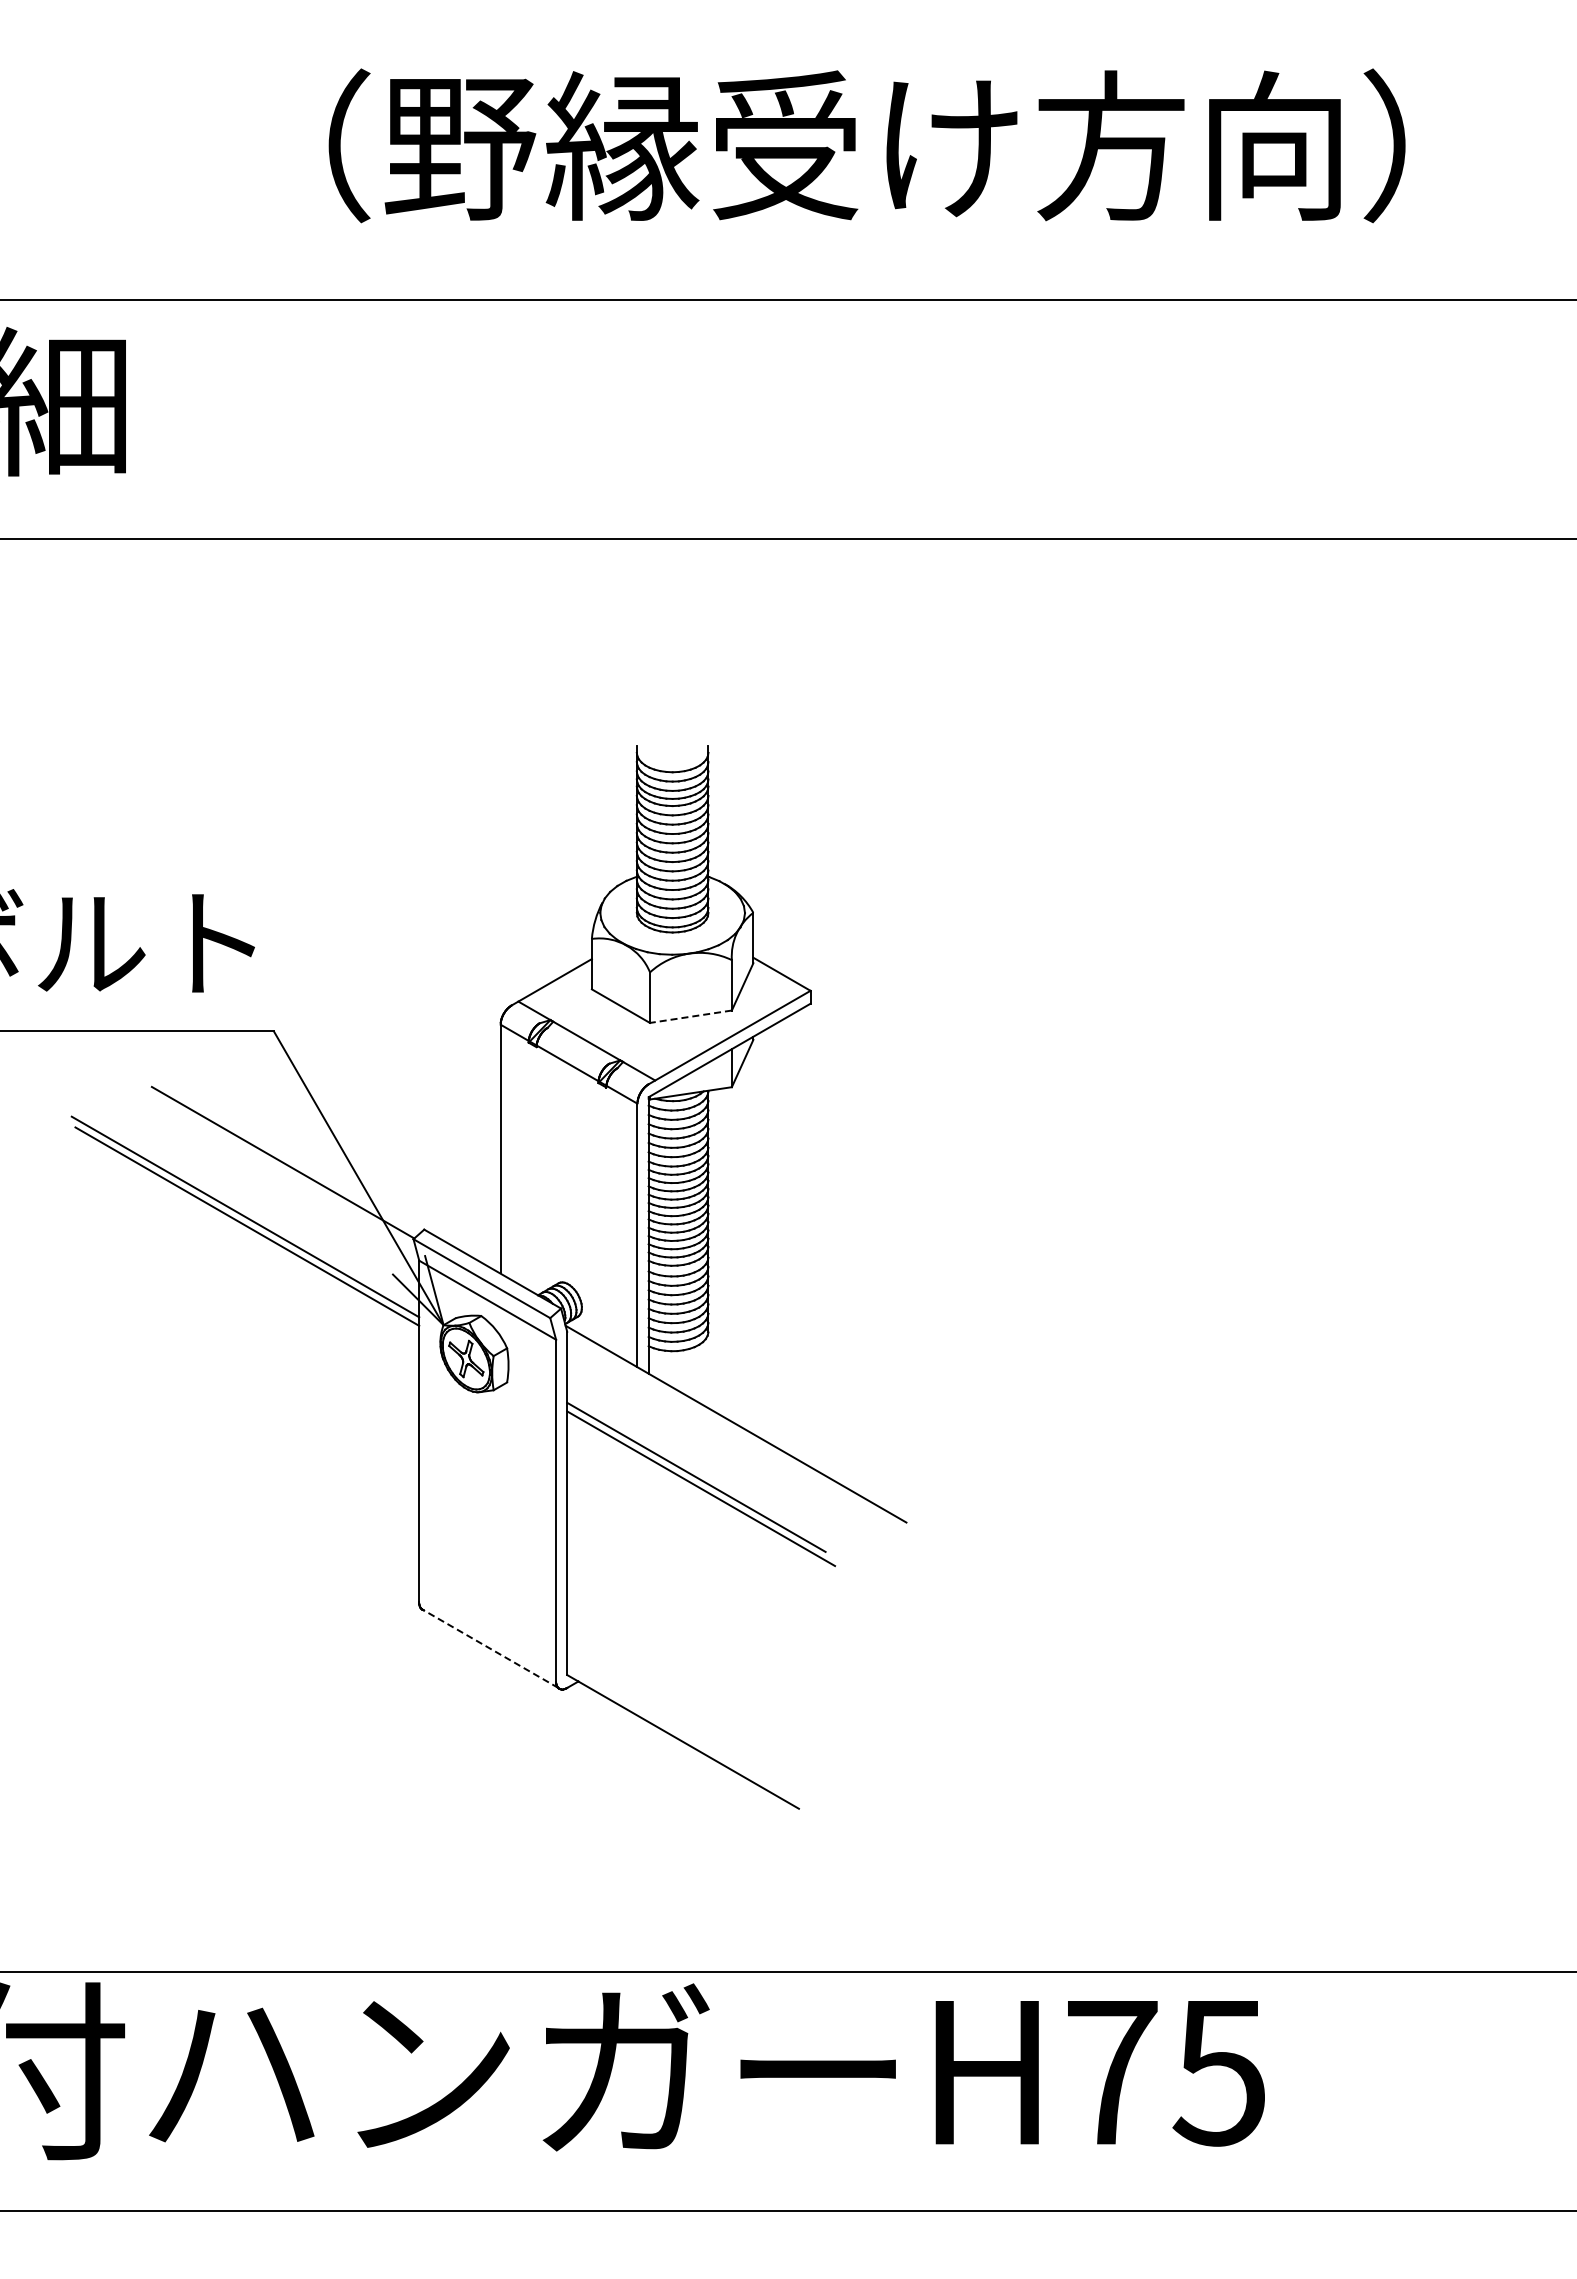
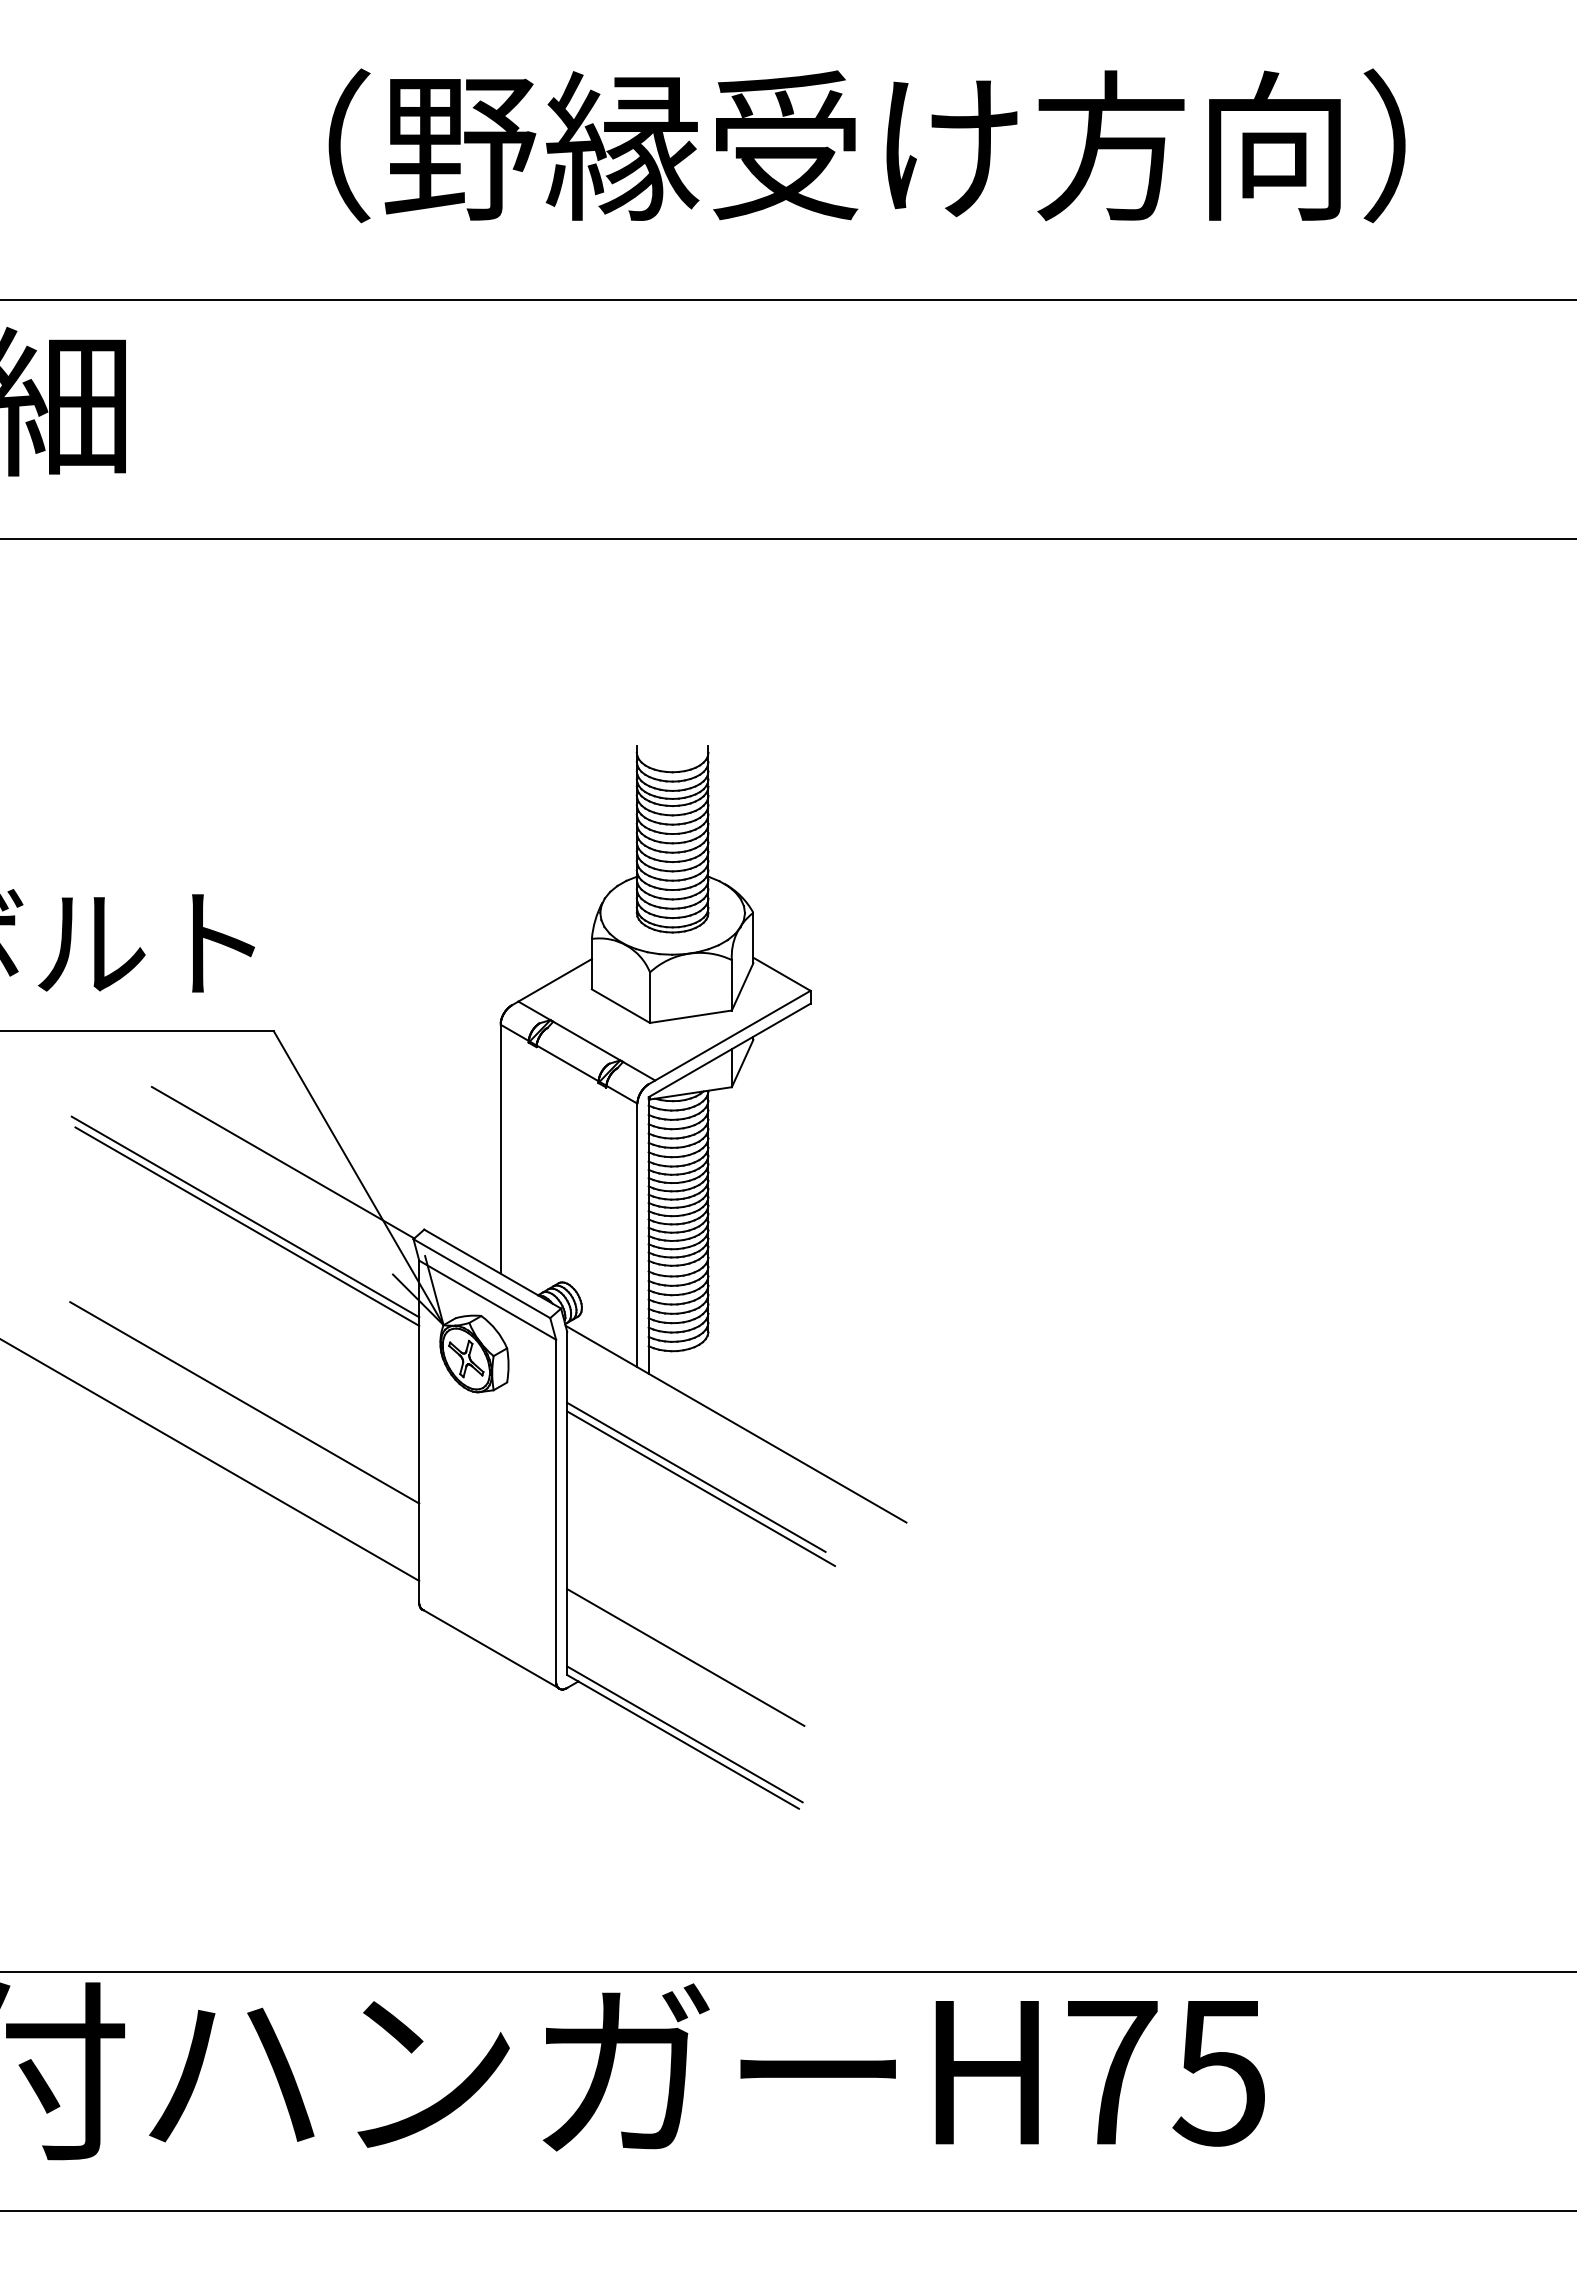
line at (690, 1016): dashed -> solid
line at (244, 1402): none -> present
line at (210, 1460): none -> present
line at (489, 1648): dashed -> solid
line at (685, 1657): none -> present
line at (684, 1734): none -> present
